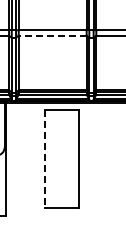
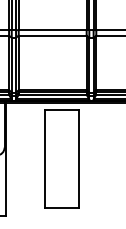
line at (52, 35): dashed -> solid
line at (44, 159): dashed -> solid
